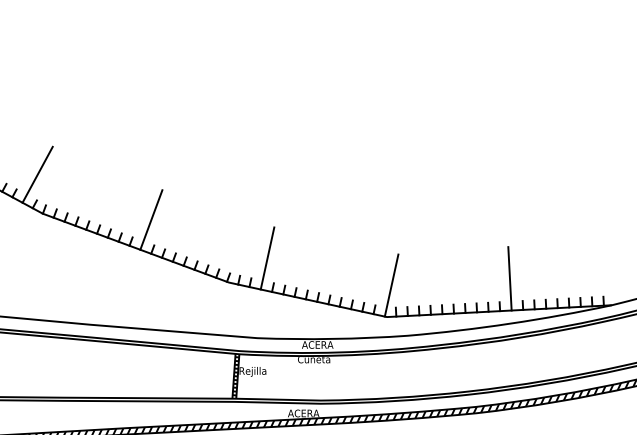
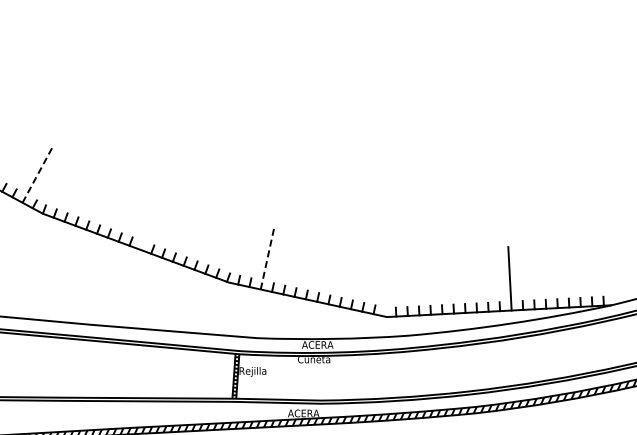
line at (37, 174): solid -> dashed
line at (151, 219): present -> none
line at (267, 258): solid -> dashed
line at (391, 285): present -> none
